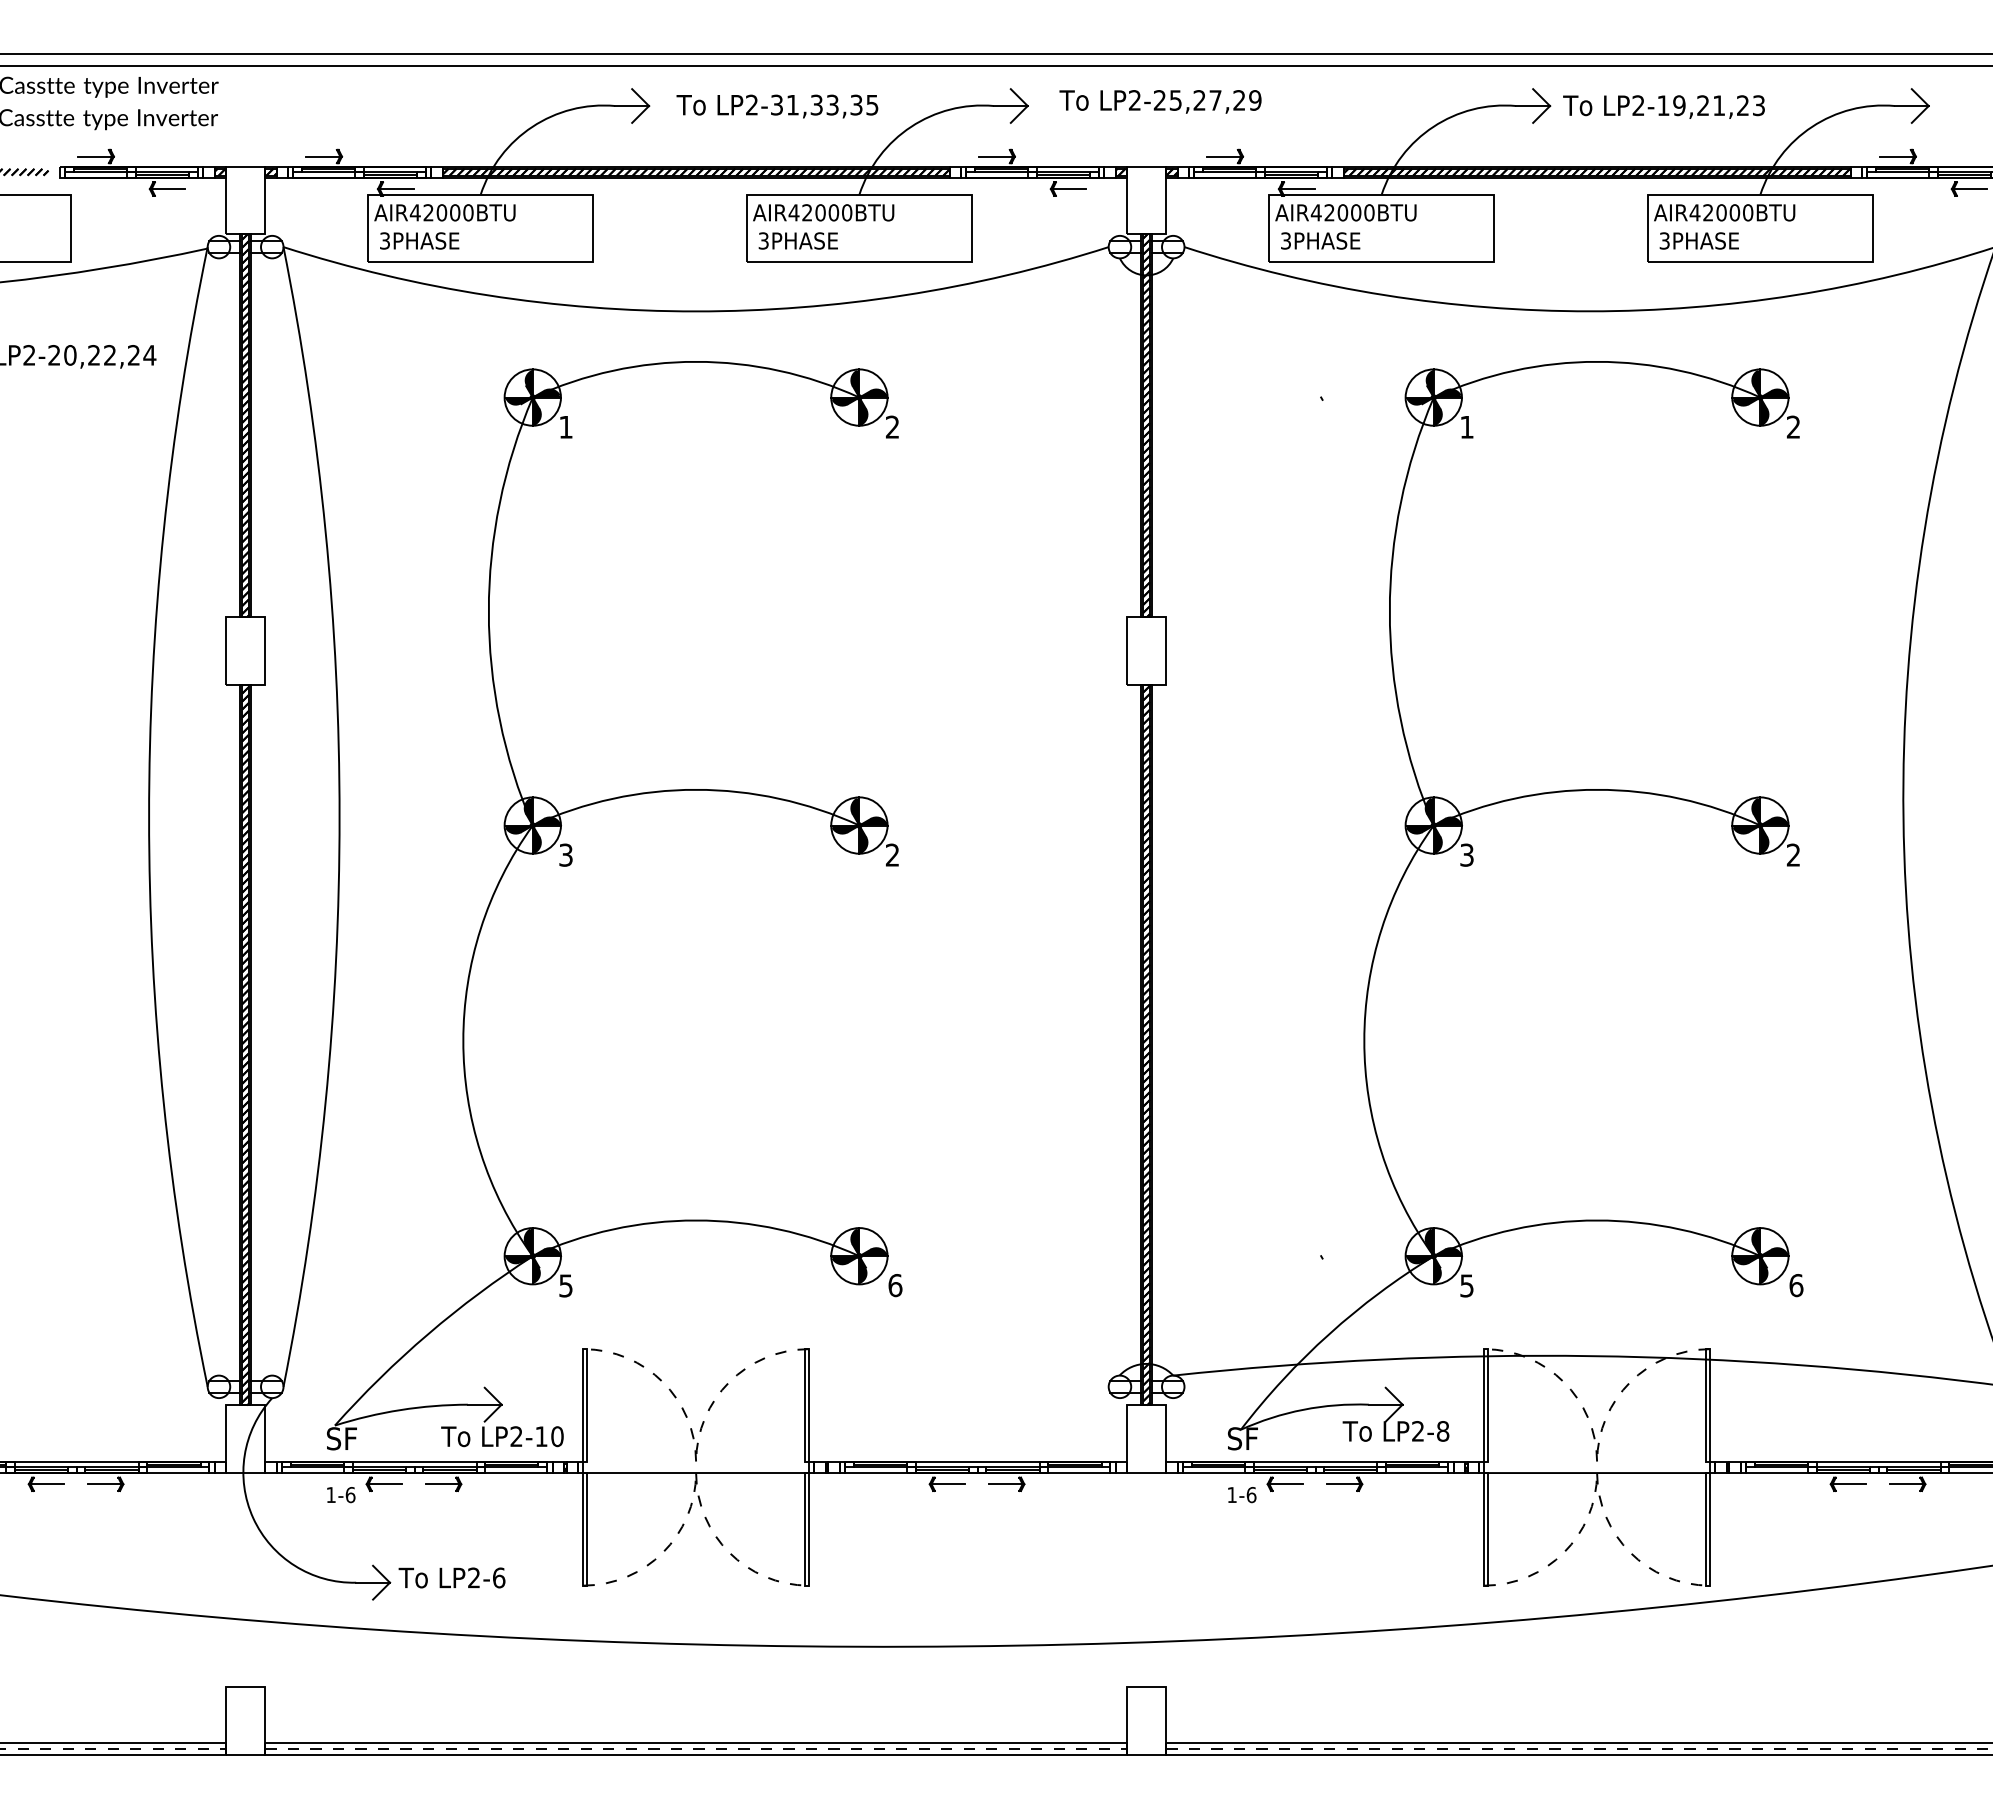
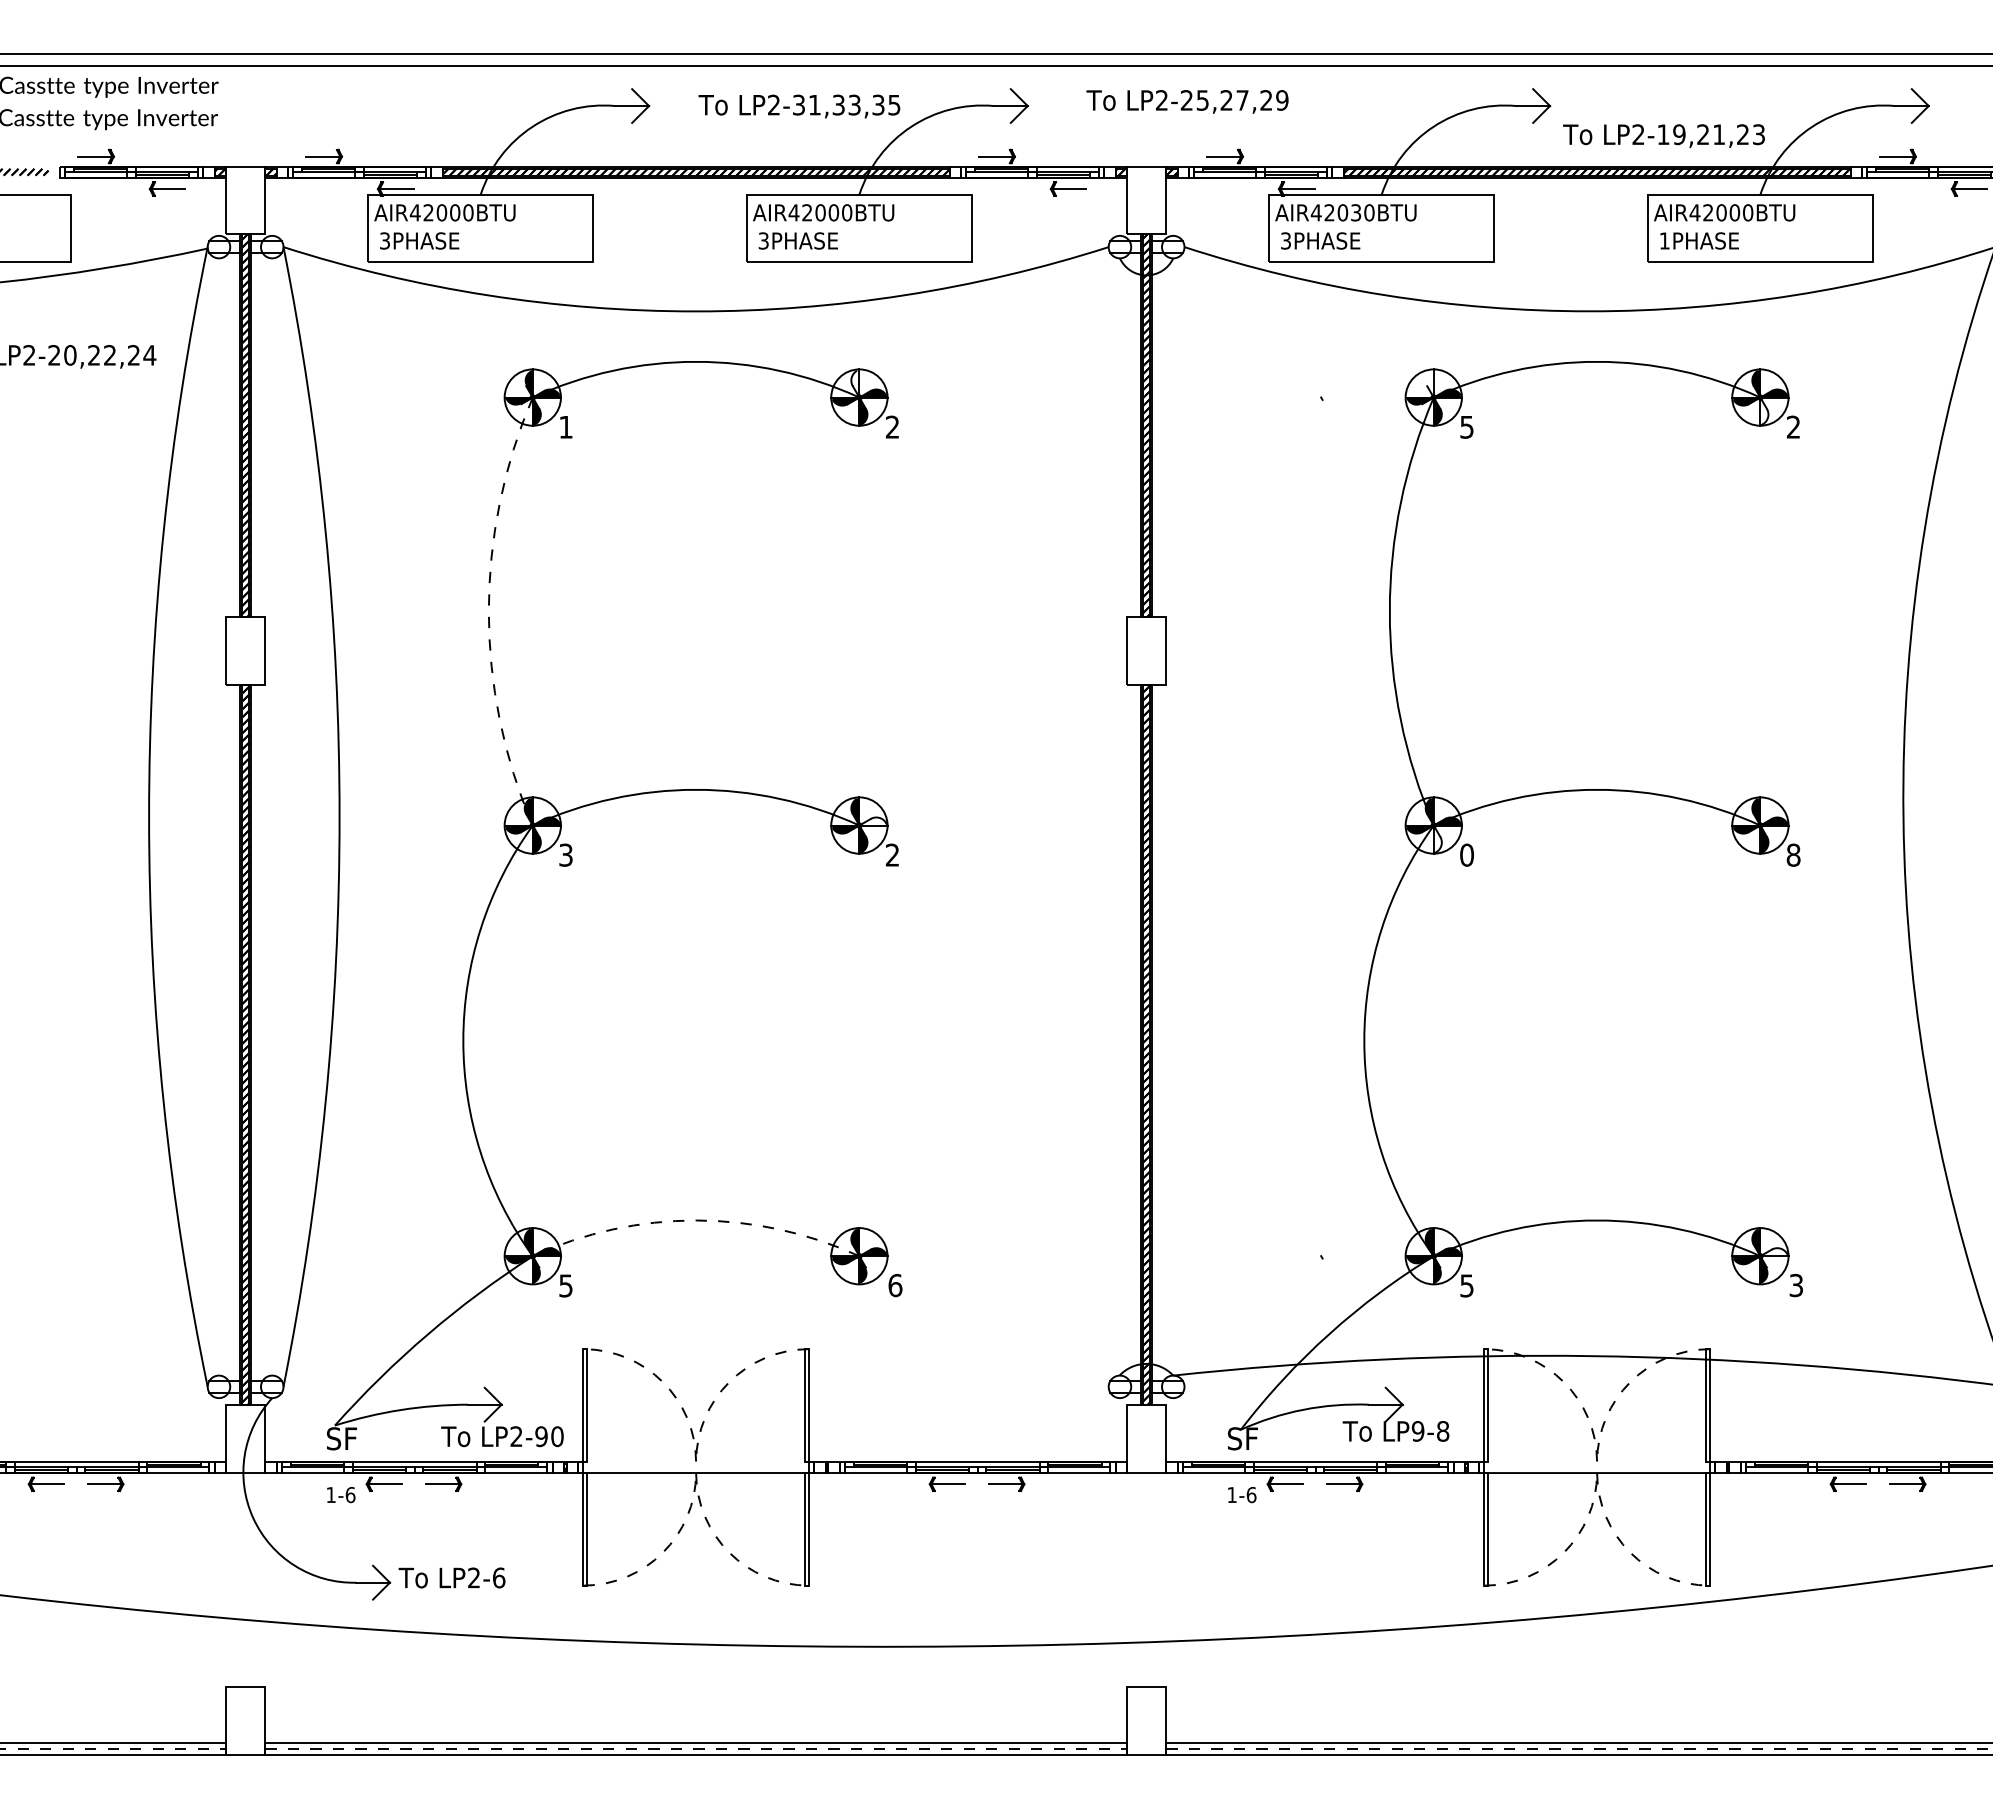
text at (1160, 101) position: (1160, 101) -> (1187, 101)
text at (777, 106) position: (777, 106) -> (799, 106)
text at (1663, 106) position: (1663, 106) -> (1663, 135)
text at (1356, 212): AIR42000BTU -> AIR42030BTU
text at (1664, 240): 3PHASE -> 1PHASE
fill at (855, 382): present -> none
fill at (1429, 382): present -> none
fill at (1764, 412): present -> none
text at (1466, 427): 1 -> 5
arc at (488, 611): solid -> dashed
fill at (874, 821): present -> none
fill at (1437, 840): present -> none
text at (1466, 854): 3 -> 0
text at (1793, 854): 2 -> 8
arc at (696, 1220): solid -> dashed
fill at (1775, 1252): present -> none
text at (1796, 1285): 6 -> 3
text at (1417, 1431): LP2-8 -> LP9-8
text at (541, 1436): LP2-10 -> LP2-90
